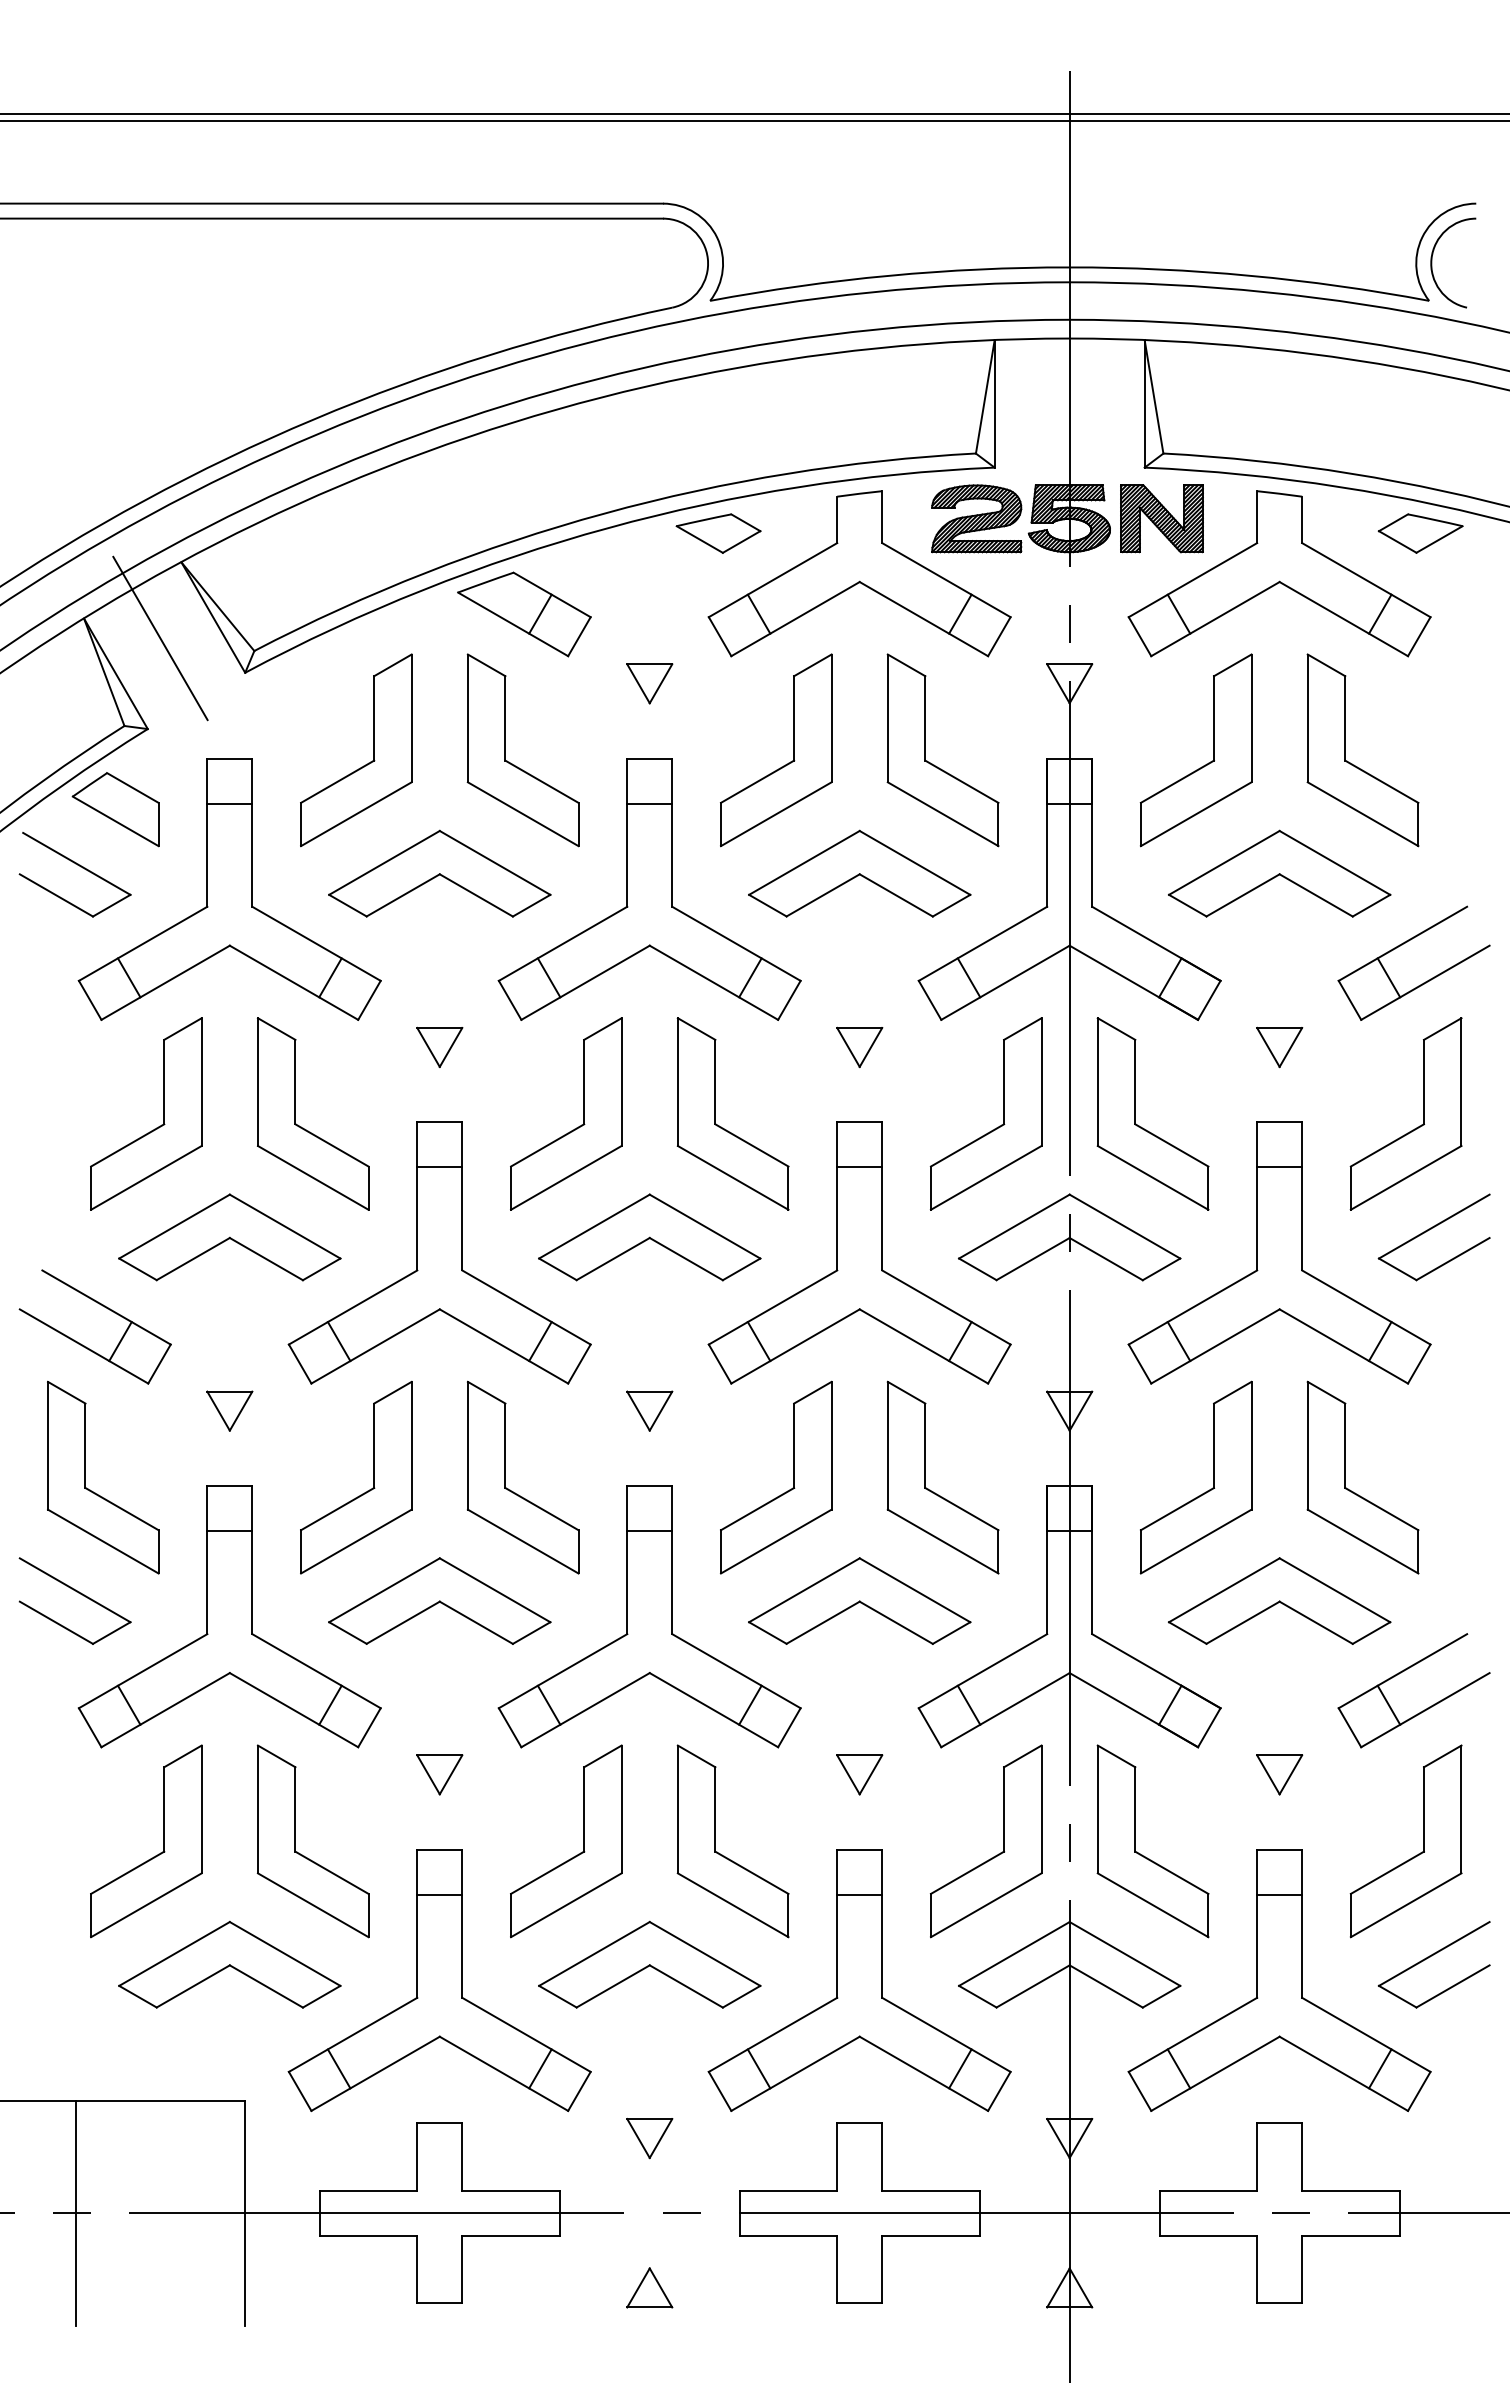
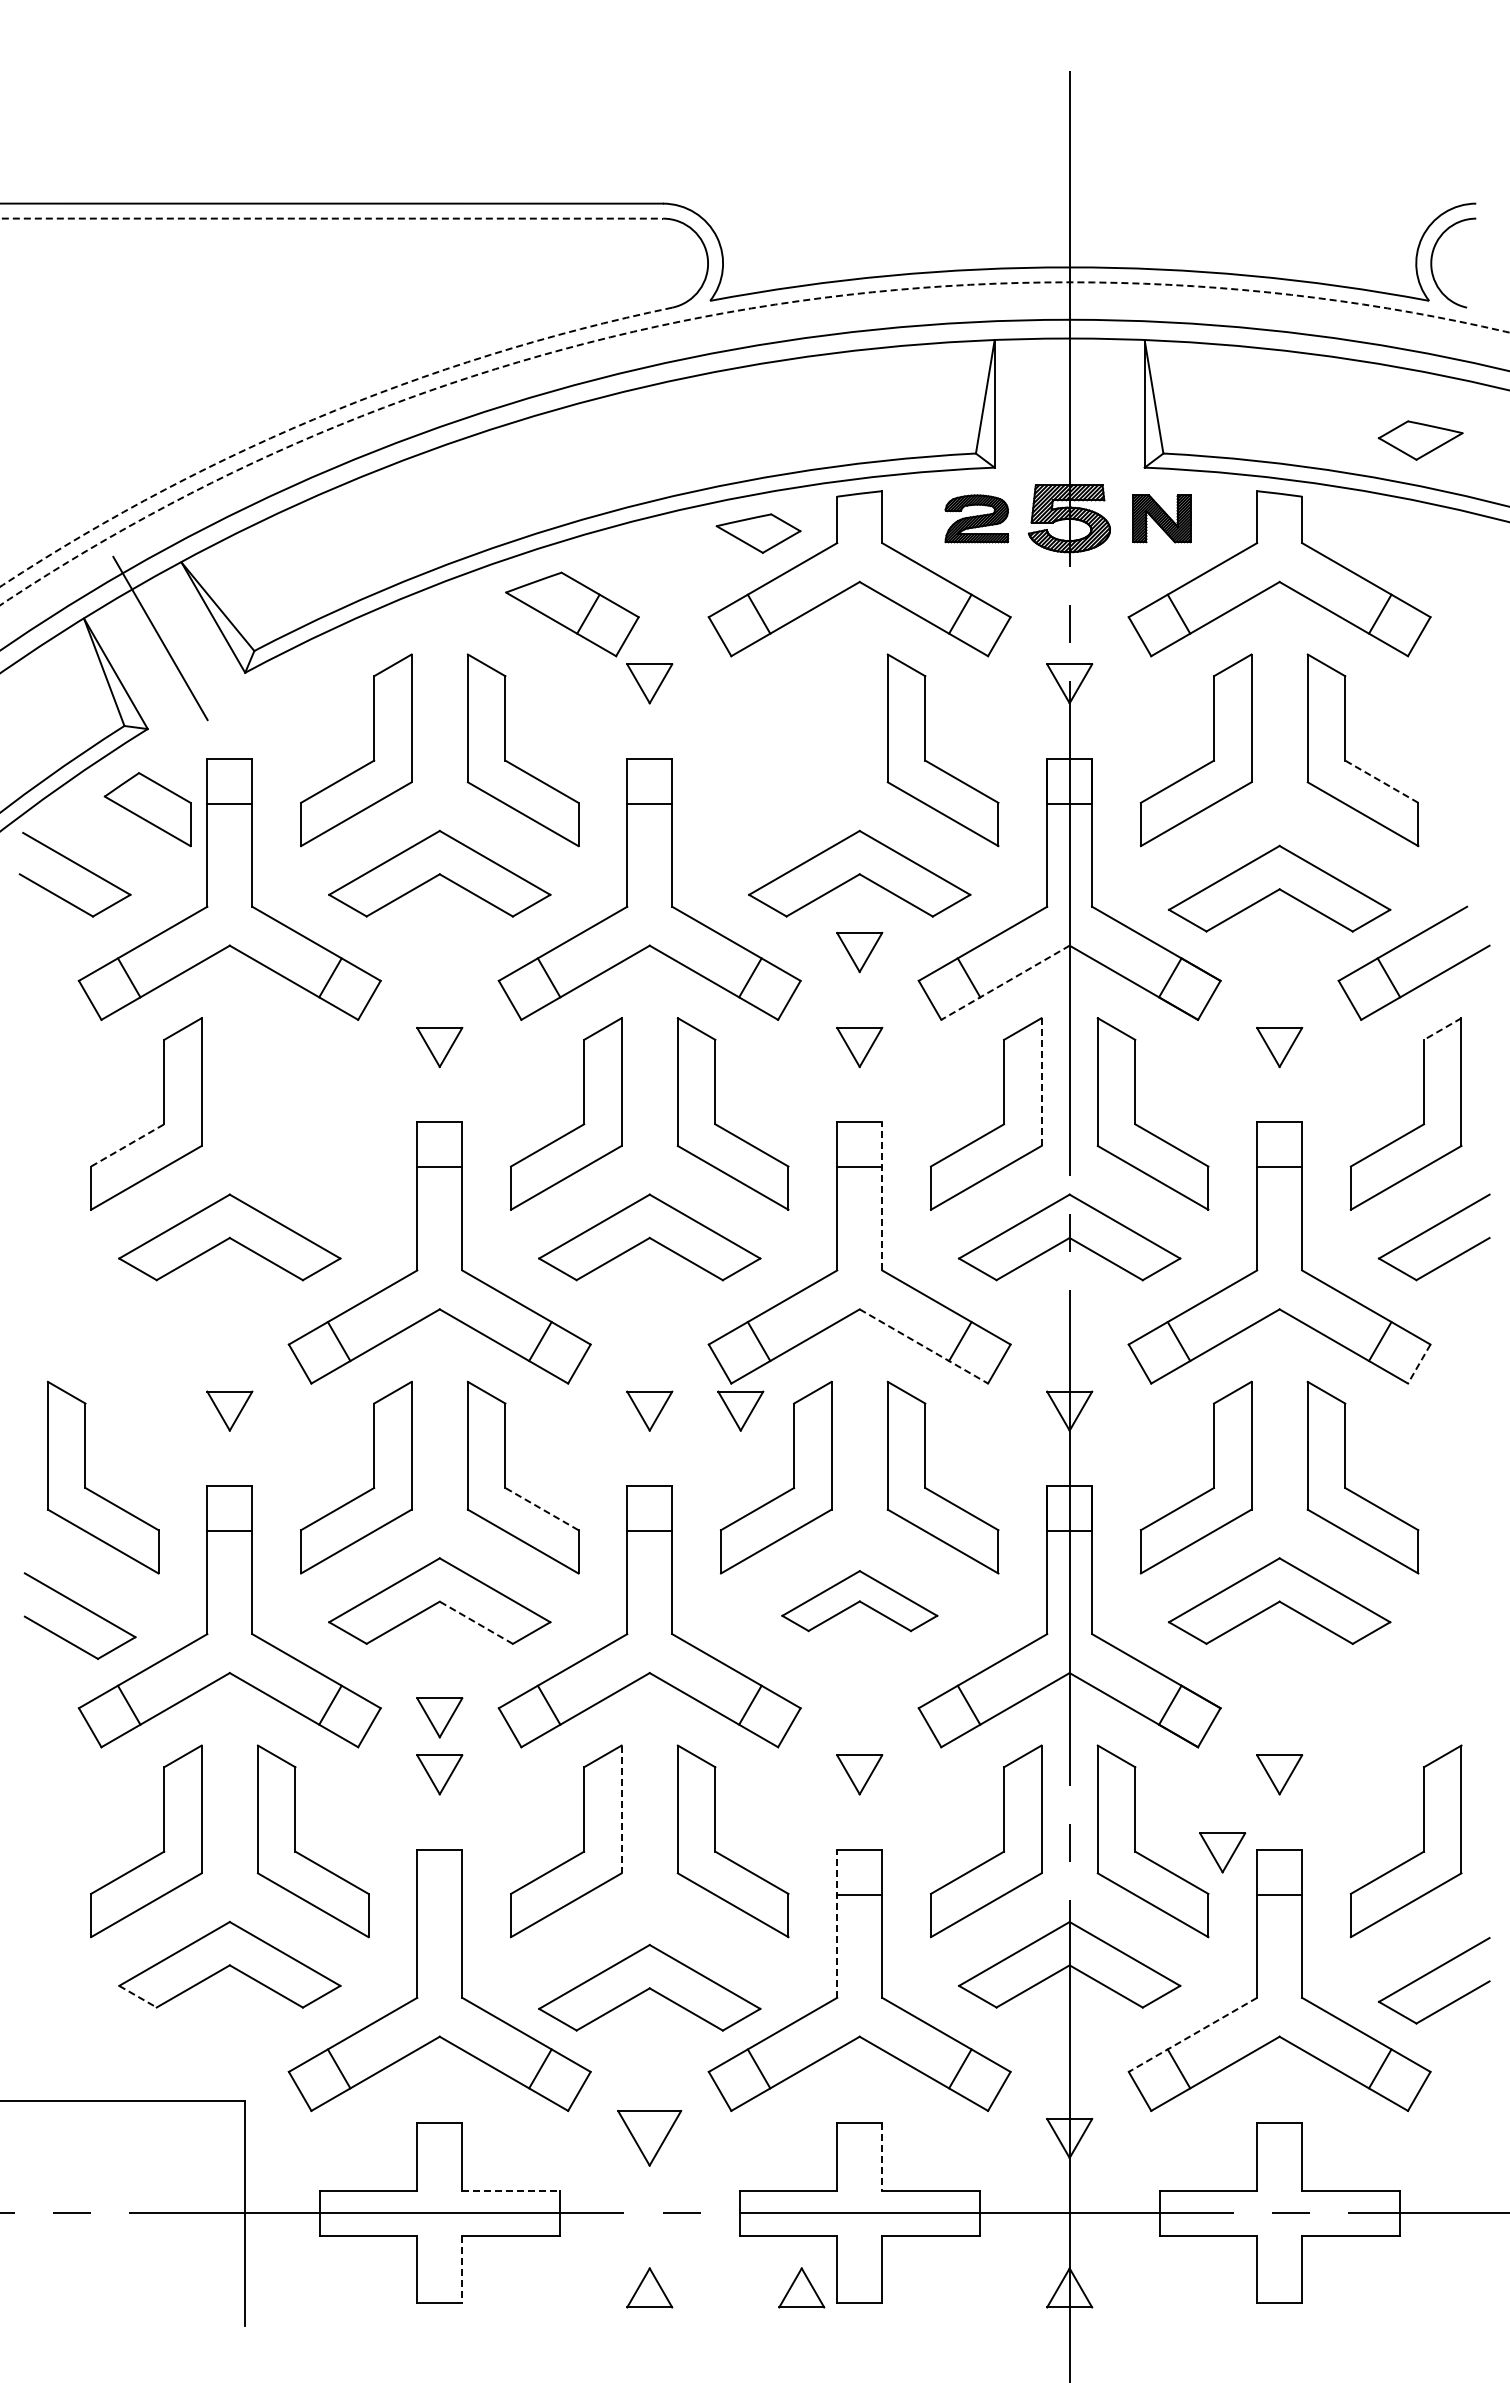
line at (754, 113): present -> none
line at (754, 121): present -> none
line at (332, 218): solid -> dashed
arc at (322, 415): solid -> dashed
circle at (754, 443): solid -> dashed
part at (976, 518) size: 92x70 px -> 65x50 px
part at (1161, 518) size: 84x70 px -> 60x50 px
part at (718, 533) position: (718, 533) -> (758, 533)
part at (1420, 533) position: (1420, 533) -> (1420, 440)
part at (524, 614) position: (524, 614) -> (572, 614)
part at (783, 765): present -> none
line at (1381, 781): solid -> dashed
part at (115, 809) position: (115, 809) -> (147, 809)
part at (1279, 873) position: (1279, 873) -> (1279, 888)
part at (859, 952): none -> present
line at (1005, 983): solid -> dashed
line at (1442, 1029): solid -> dashed
line at (1041, 1082): solid -> dashed
part at (303, 1127): present -> none
line at (128, 1145): solid -> dashed
line at (882, 1195): solid -> dashed
part at (107, 1309): present -> none
line at (924, 1346): solid -> dashed
line at (1419, 1364): solid -> dashed
part at (740, 1410): none -> present
line at (541, 1508): solid -> dashed
part at (78, 1593) position: (78, 1593) -> (83, 1608)
part at (859, 1600) size: 224x88 px -> 158x63 px
line at (475, 1622): solid -> dashed
part at (1401, 1673): present -> none
part at (439, 1717): none -> present
line at (621, 1809): solid -> dashed
part at (1222, 1852): none -> present
line at (439, 1894): present -> none
line at (837, 1923): solid -> dashed
part at (1430, 1957) position: (1430, 1957) -> (1430, 1973)
part at (649, 1964) position: (649, 1964) -> (649, 1987)
line at (137, 1996): solid -> dashed
line at (1192, 2035): solid -> dashed
part at (649, 2138) size: 48x42 px -> 66x57 px
line at (882, 2156): solid -> dashed
line at (511, 2190): solid -> dashed
line at (76, 2212): present -> none
line at (462, 2269): solid -> dashed
part at (801, 2287): none -> present
